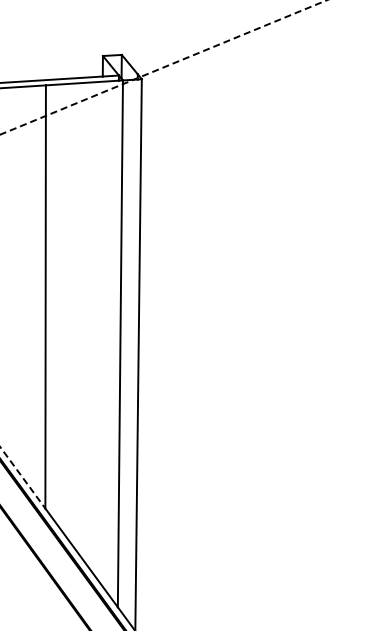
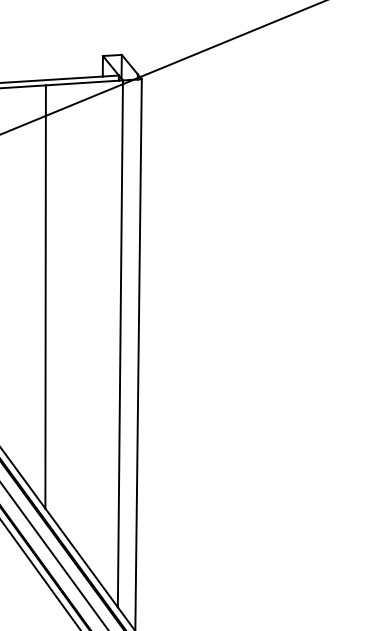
line at (164, 67): dashed -> solid
line at (22, 477): dashed -> solid
line at (54, 556): none -> present
line at (40, 574): none -> present
